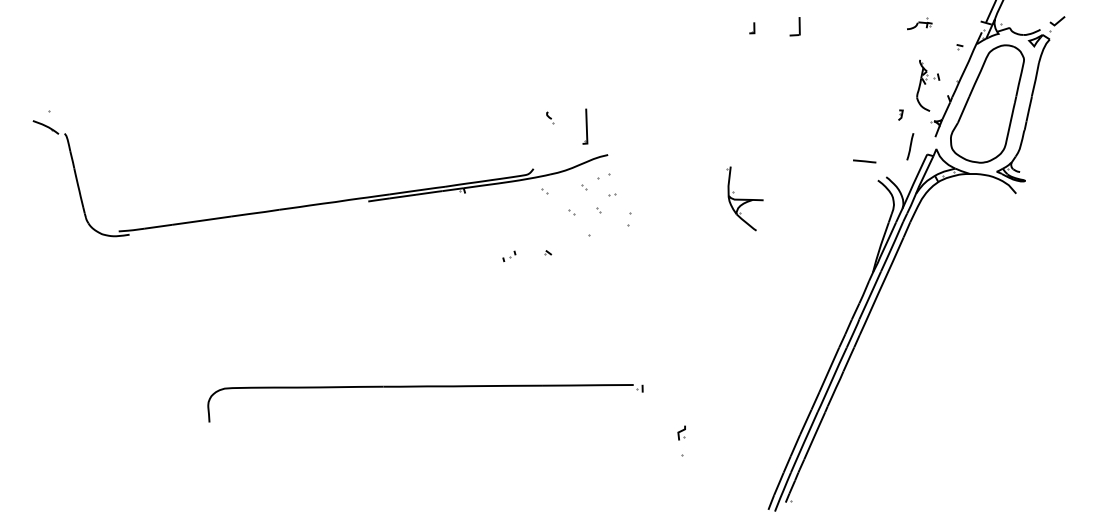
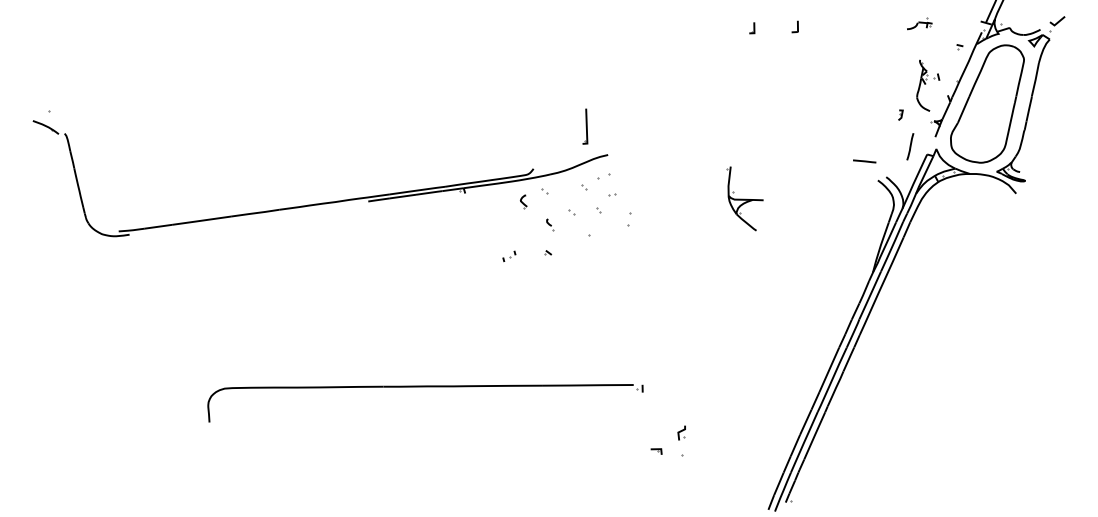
part at (794, 26) size: 12x20 px -> 8x14 px
part at (550, 117) position: (550, 117) -> (550, 224)
part at (523, 201): none -> present
part at (656, 451): none -> present
